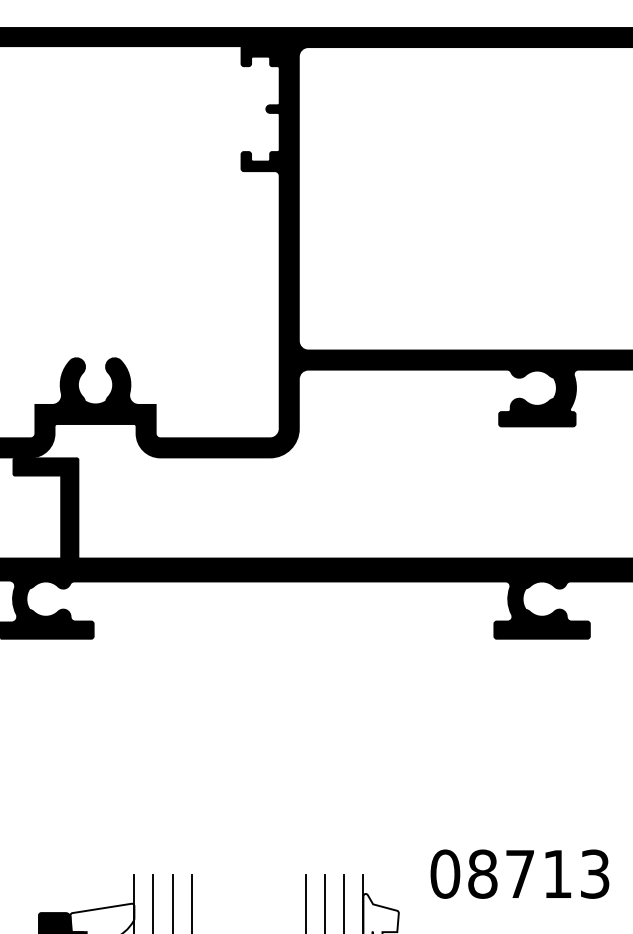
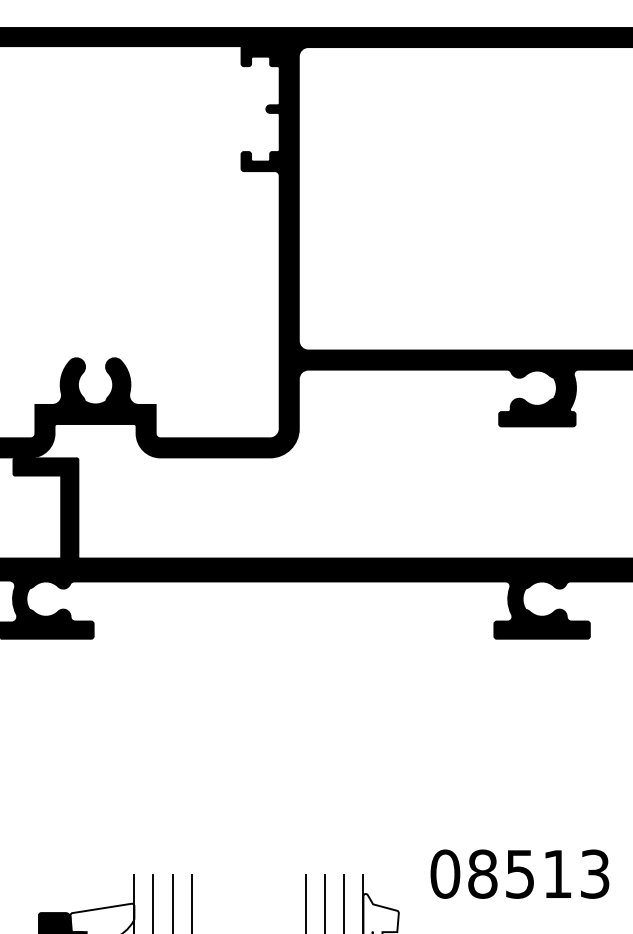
text at (519, 874): 08713 -> 08513
